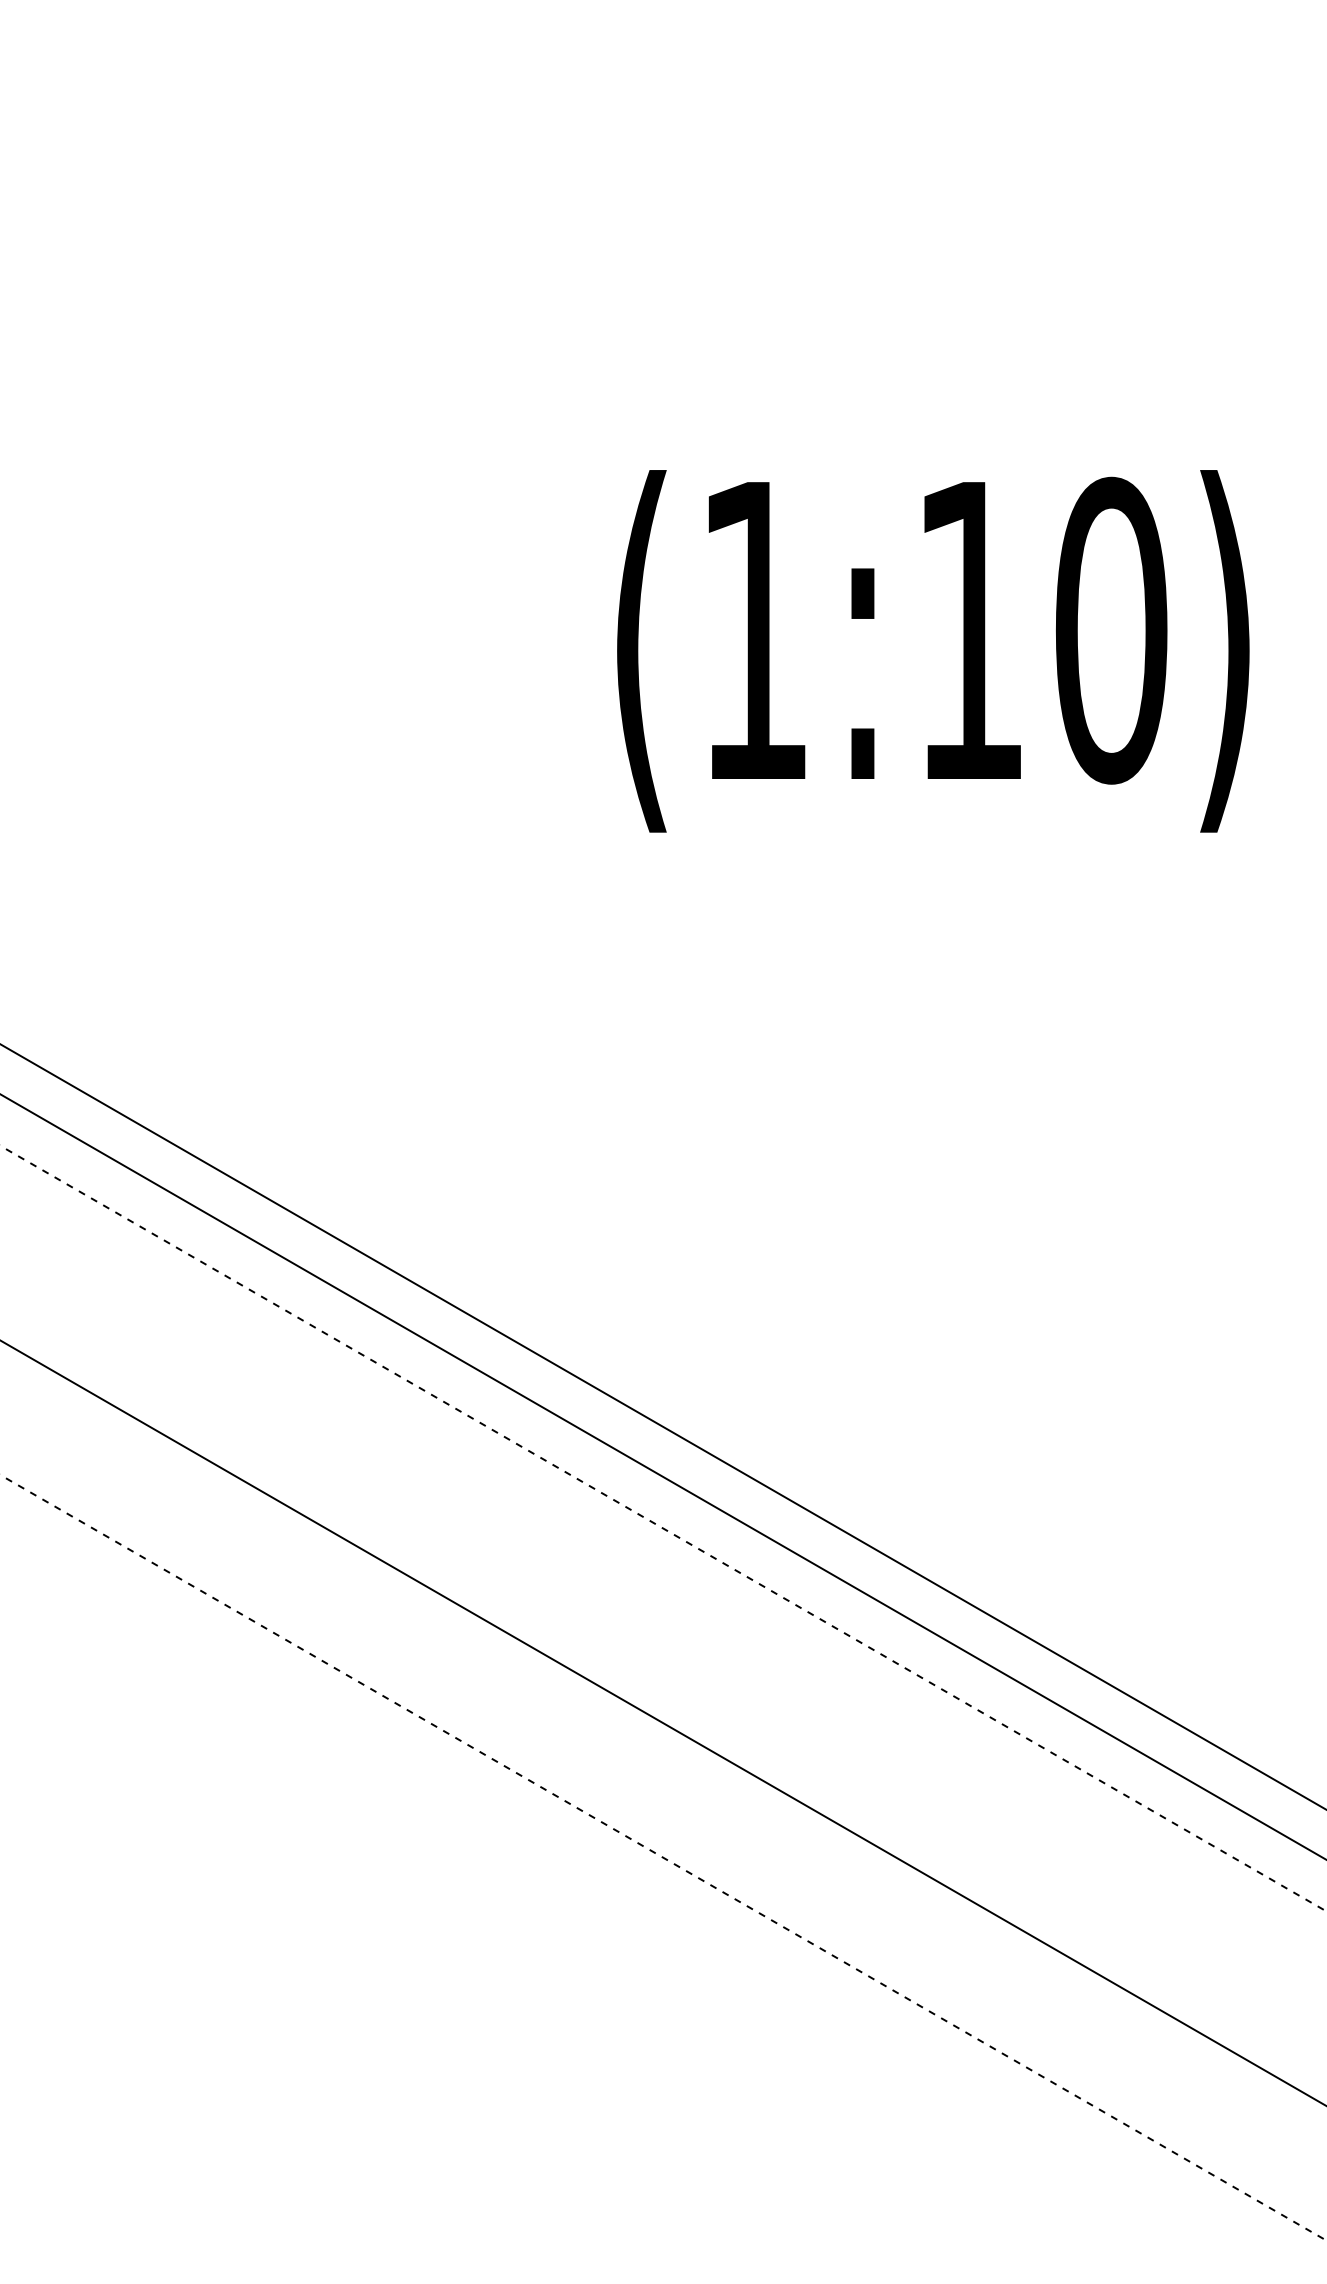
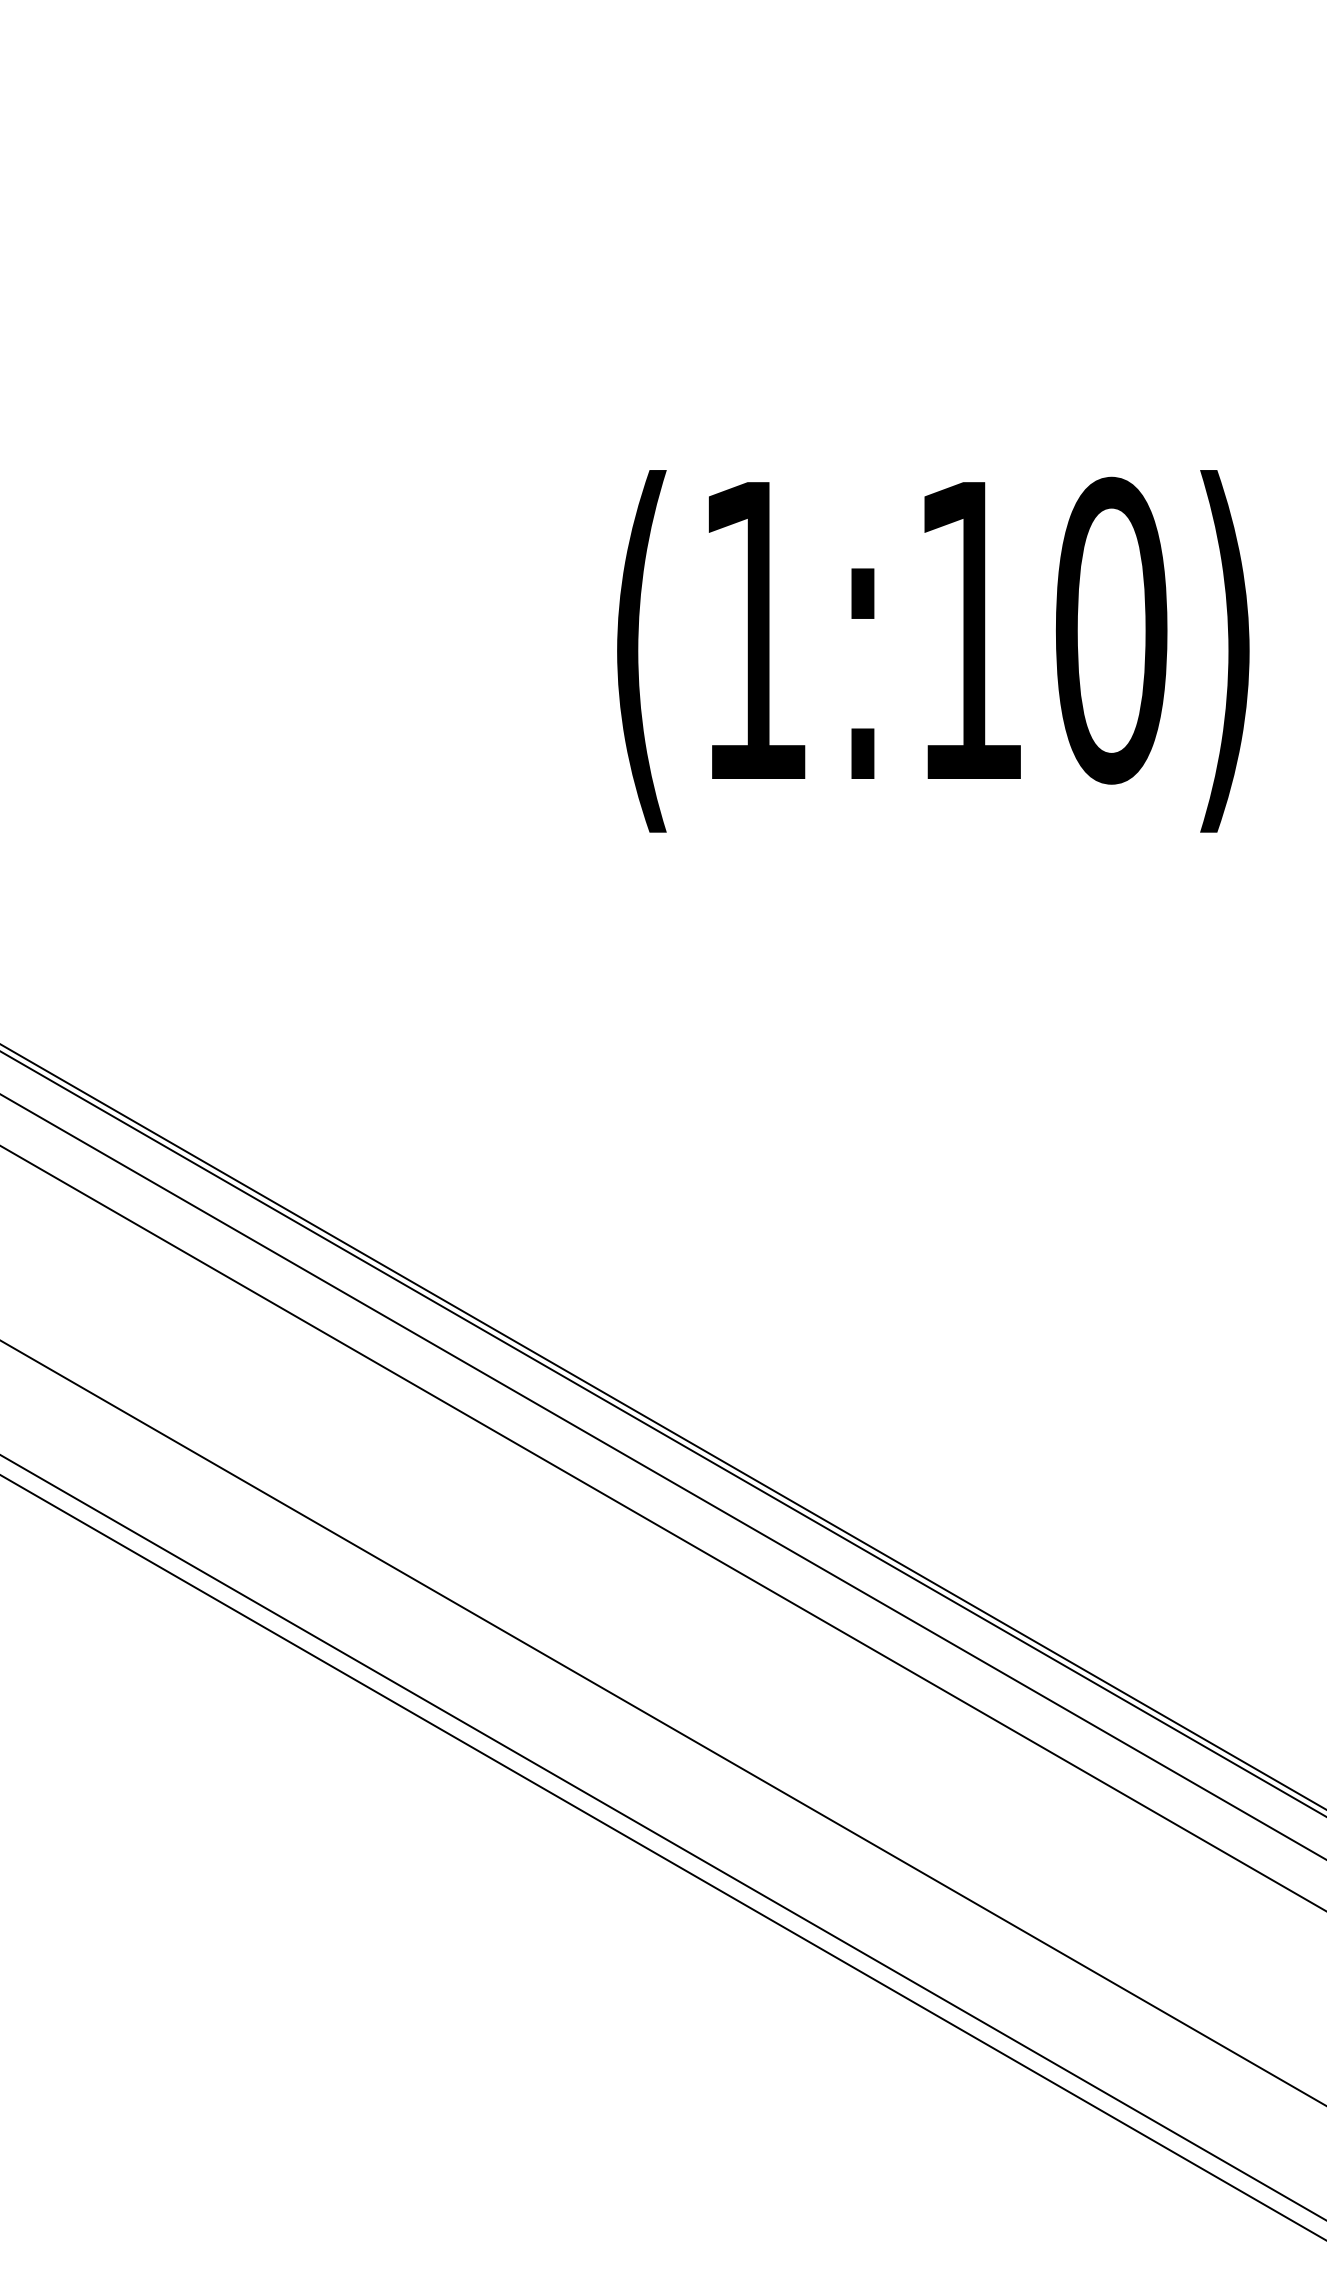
line at (662, 1433): none -> present
line at (662, 1528): dashed -> solid
line at (662, 1837): none -> present
line at (663, 1857): dashed -> solid
